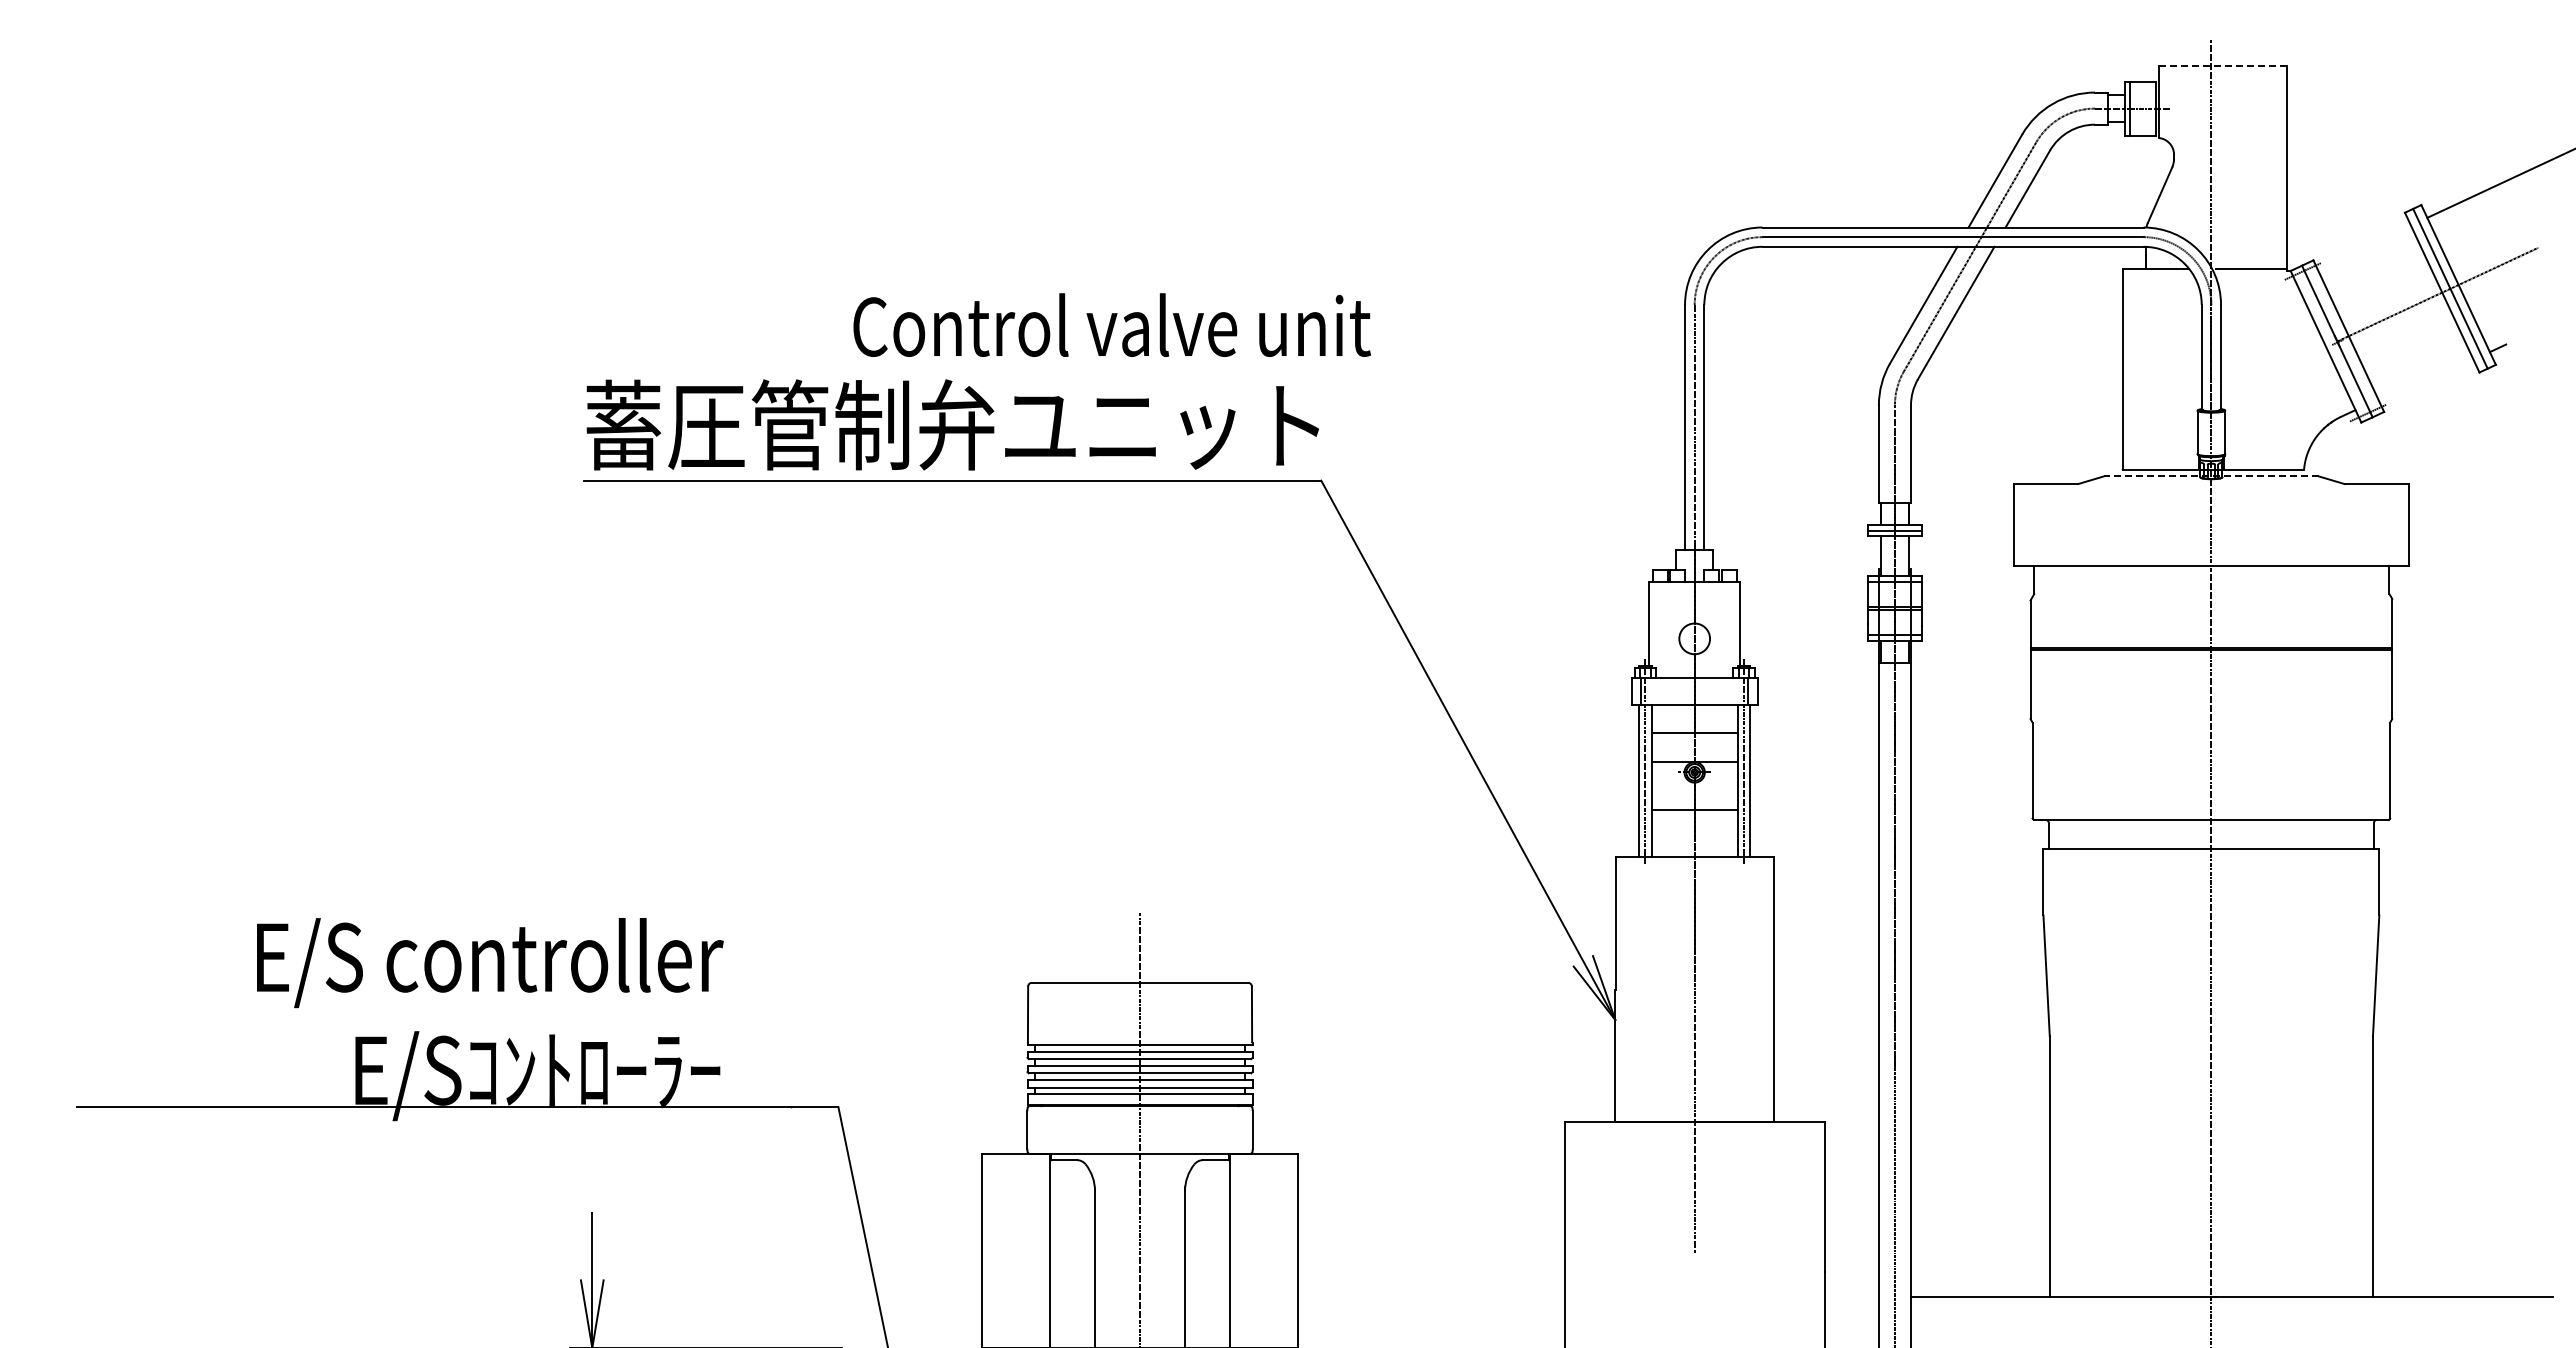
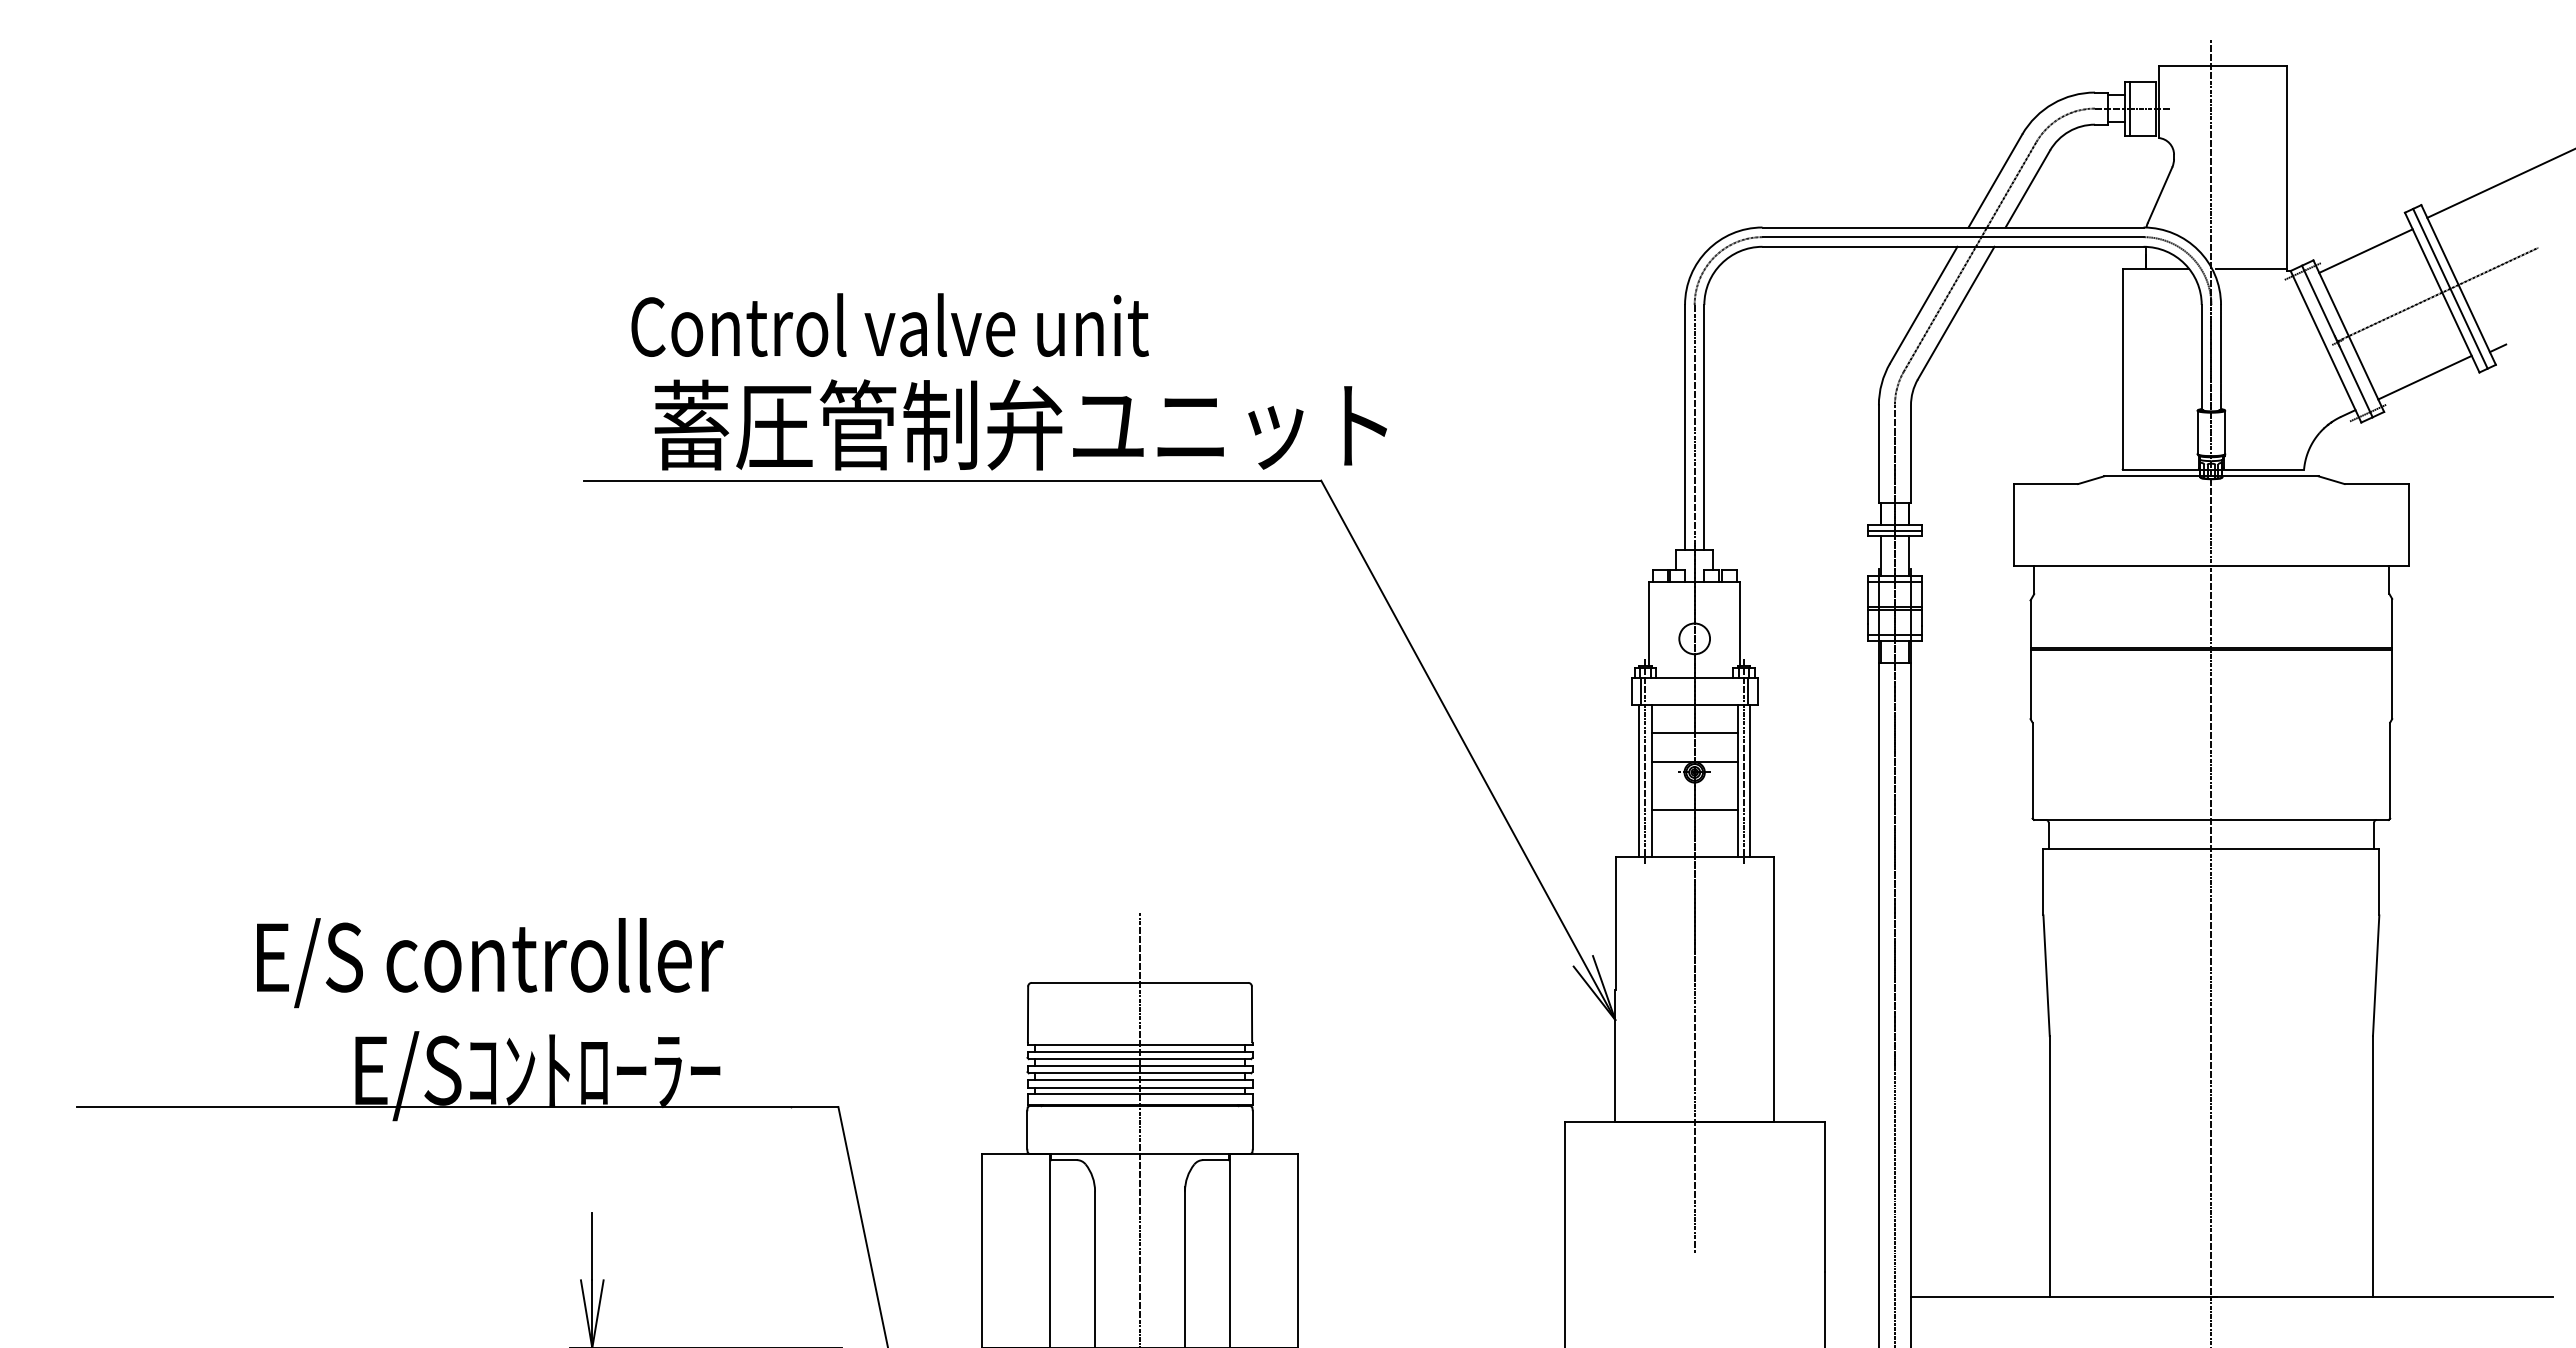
line at (2222, 66): dashed -> solid
line at (2365, 250): none -> present
text at (1111, 324) position: (1111, 324) -> (889, 324)
line at (2424, 377): none -> present
text at (952, 424) position: (952, 424) -> (1020, 424)
line at (2210, 476): dashed -> solid
